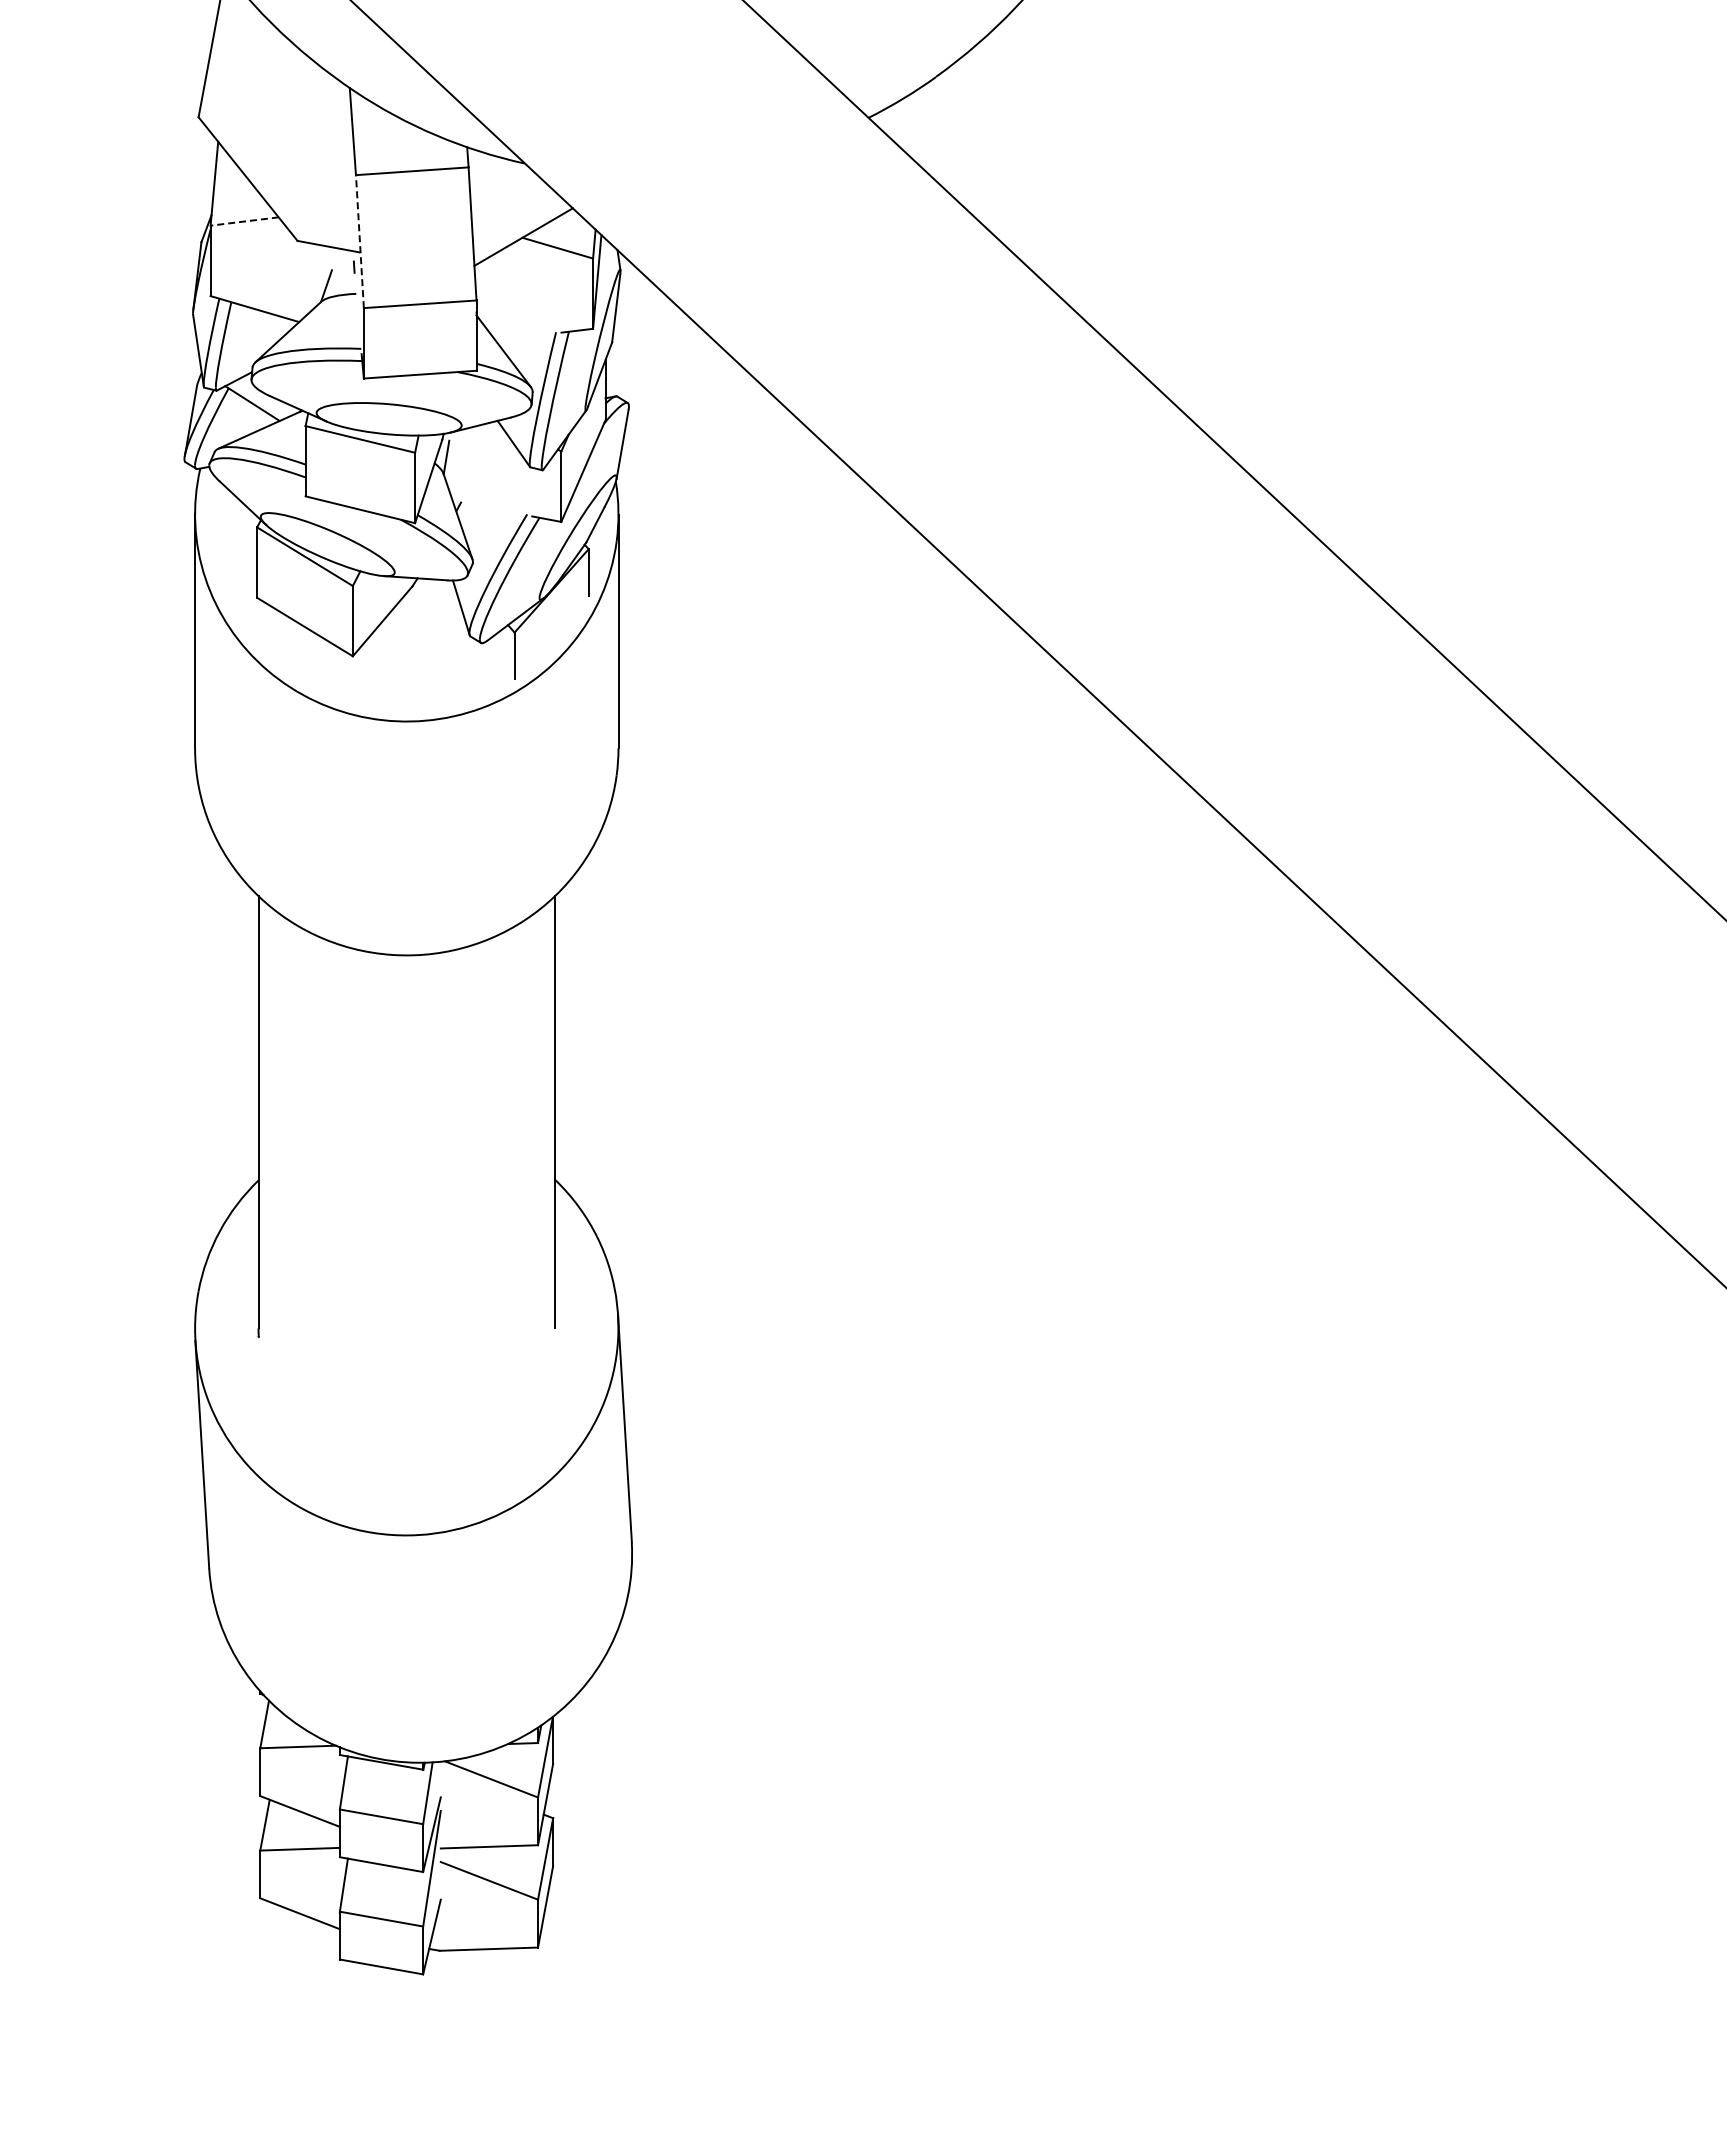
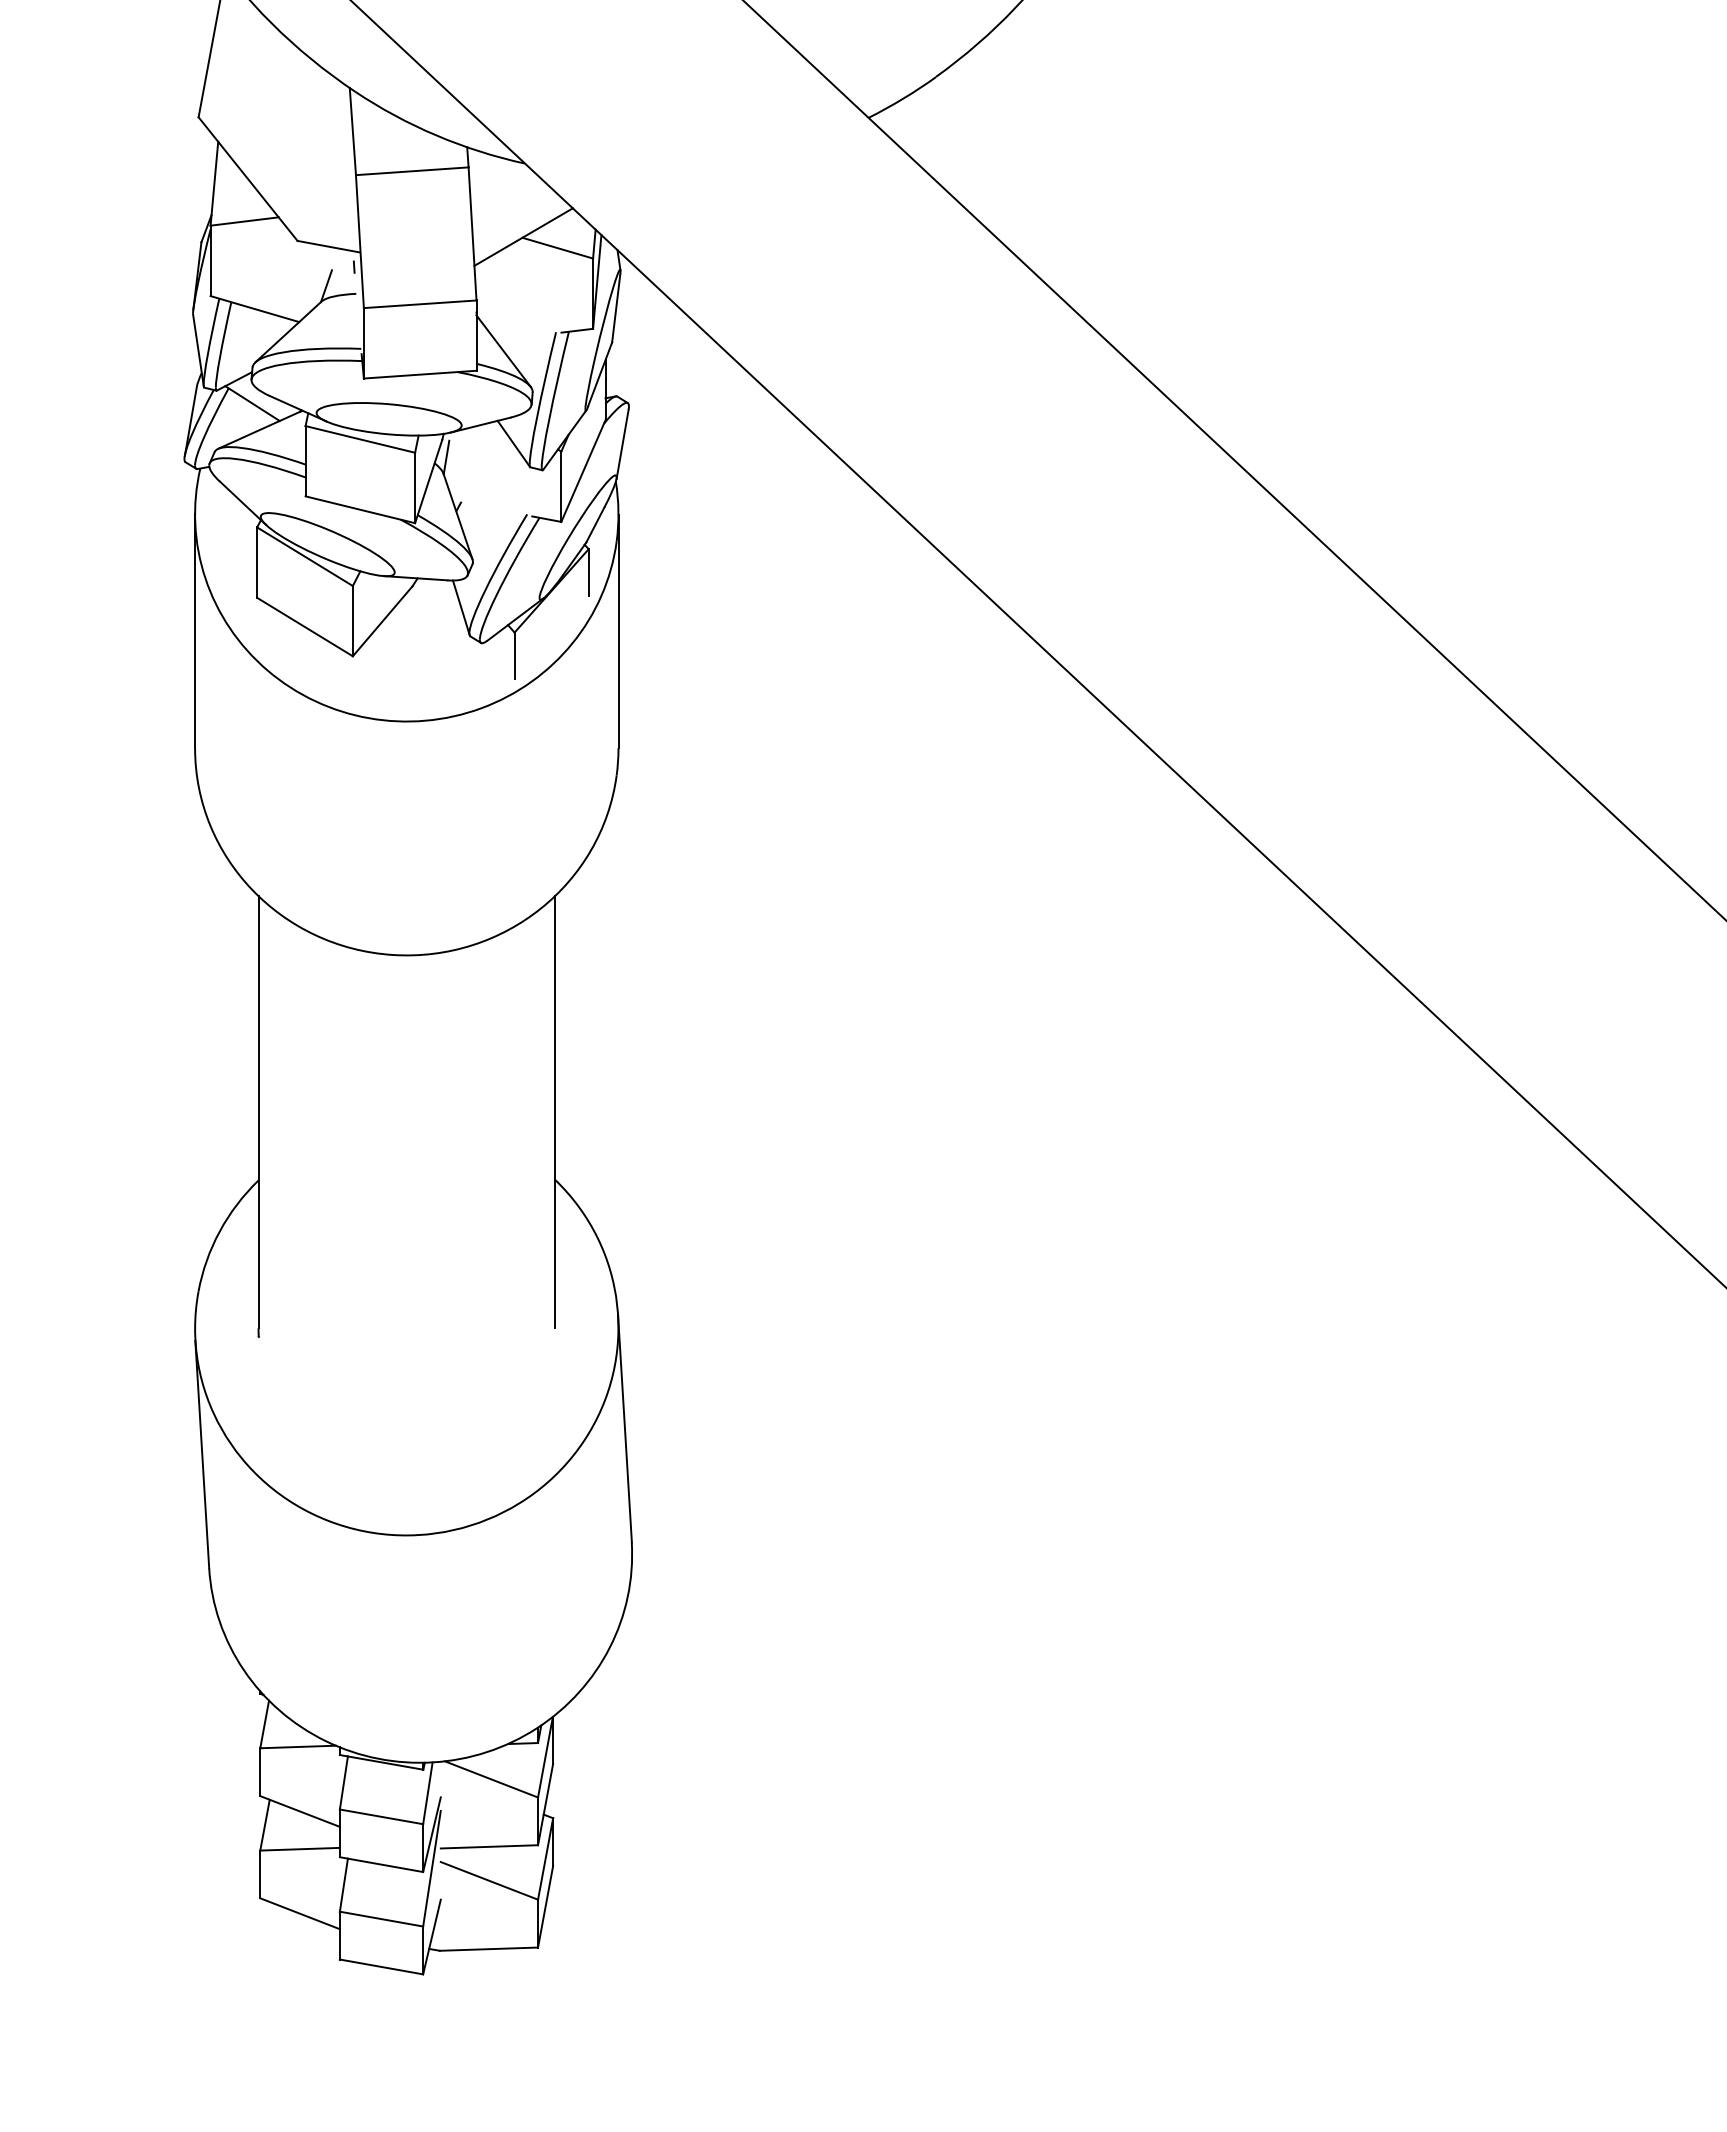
line at (244, 221): dashed -> solid
line at (359, 241): dashed -> solid
